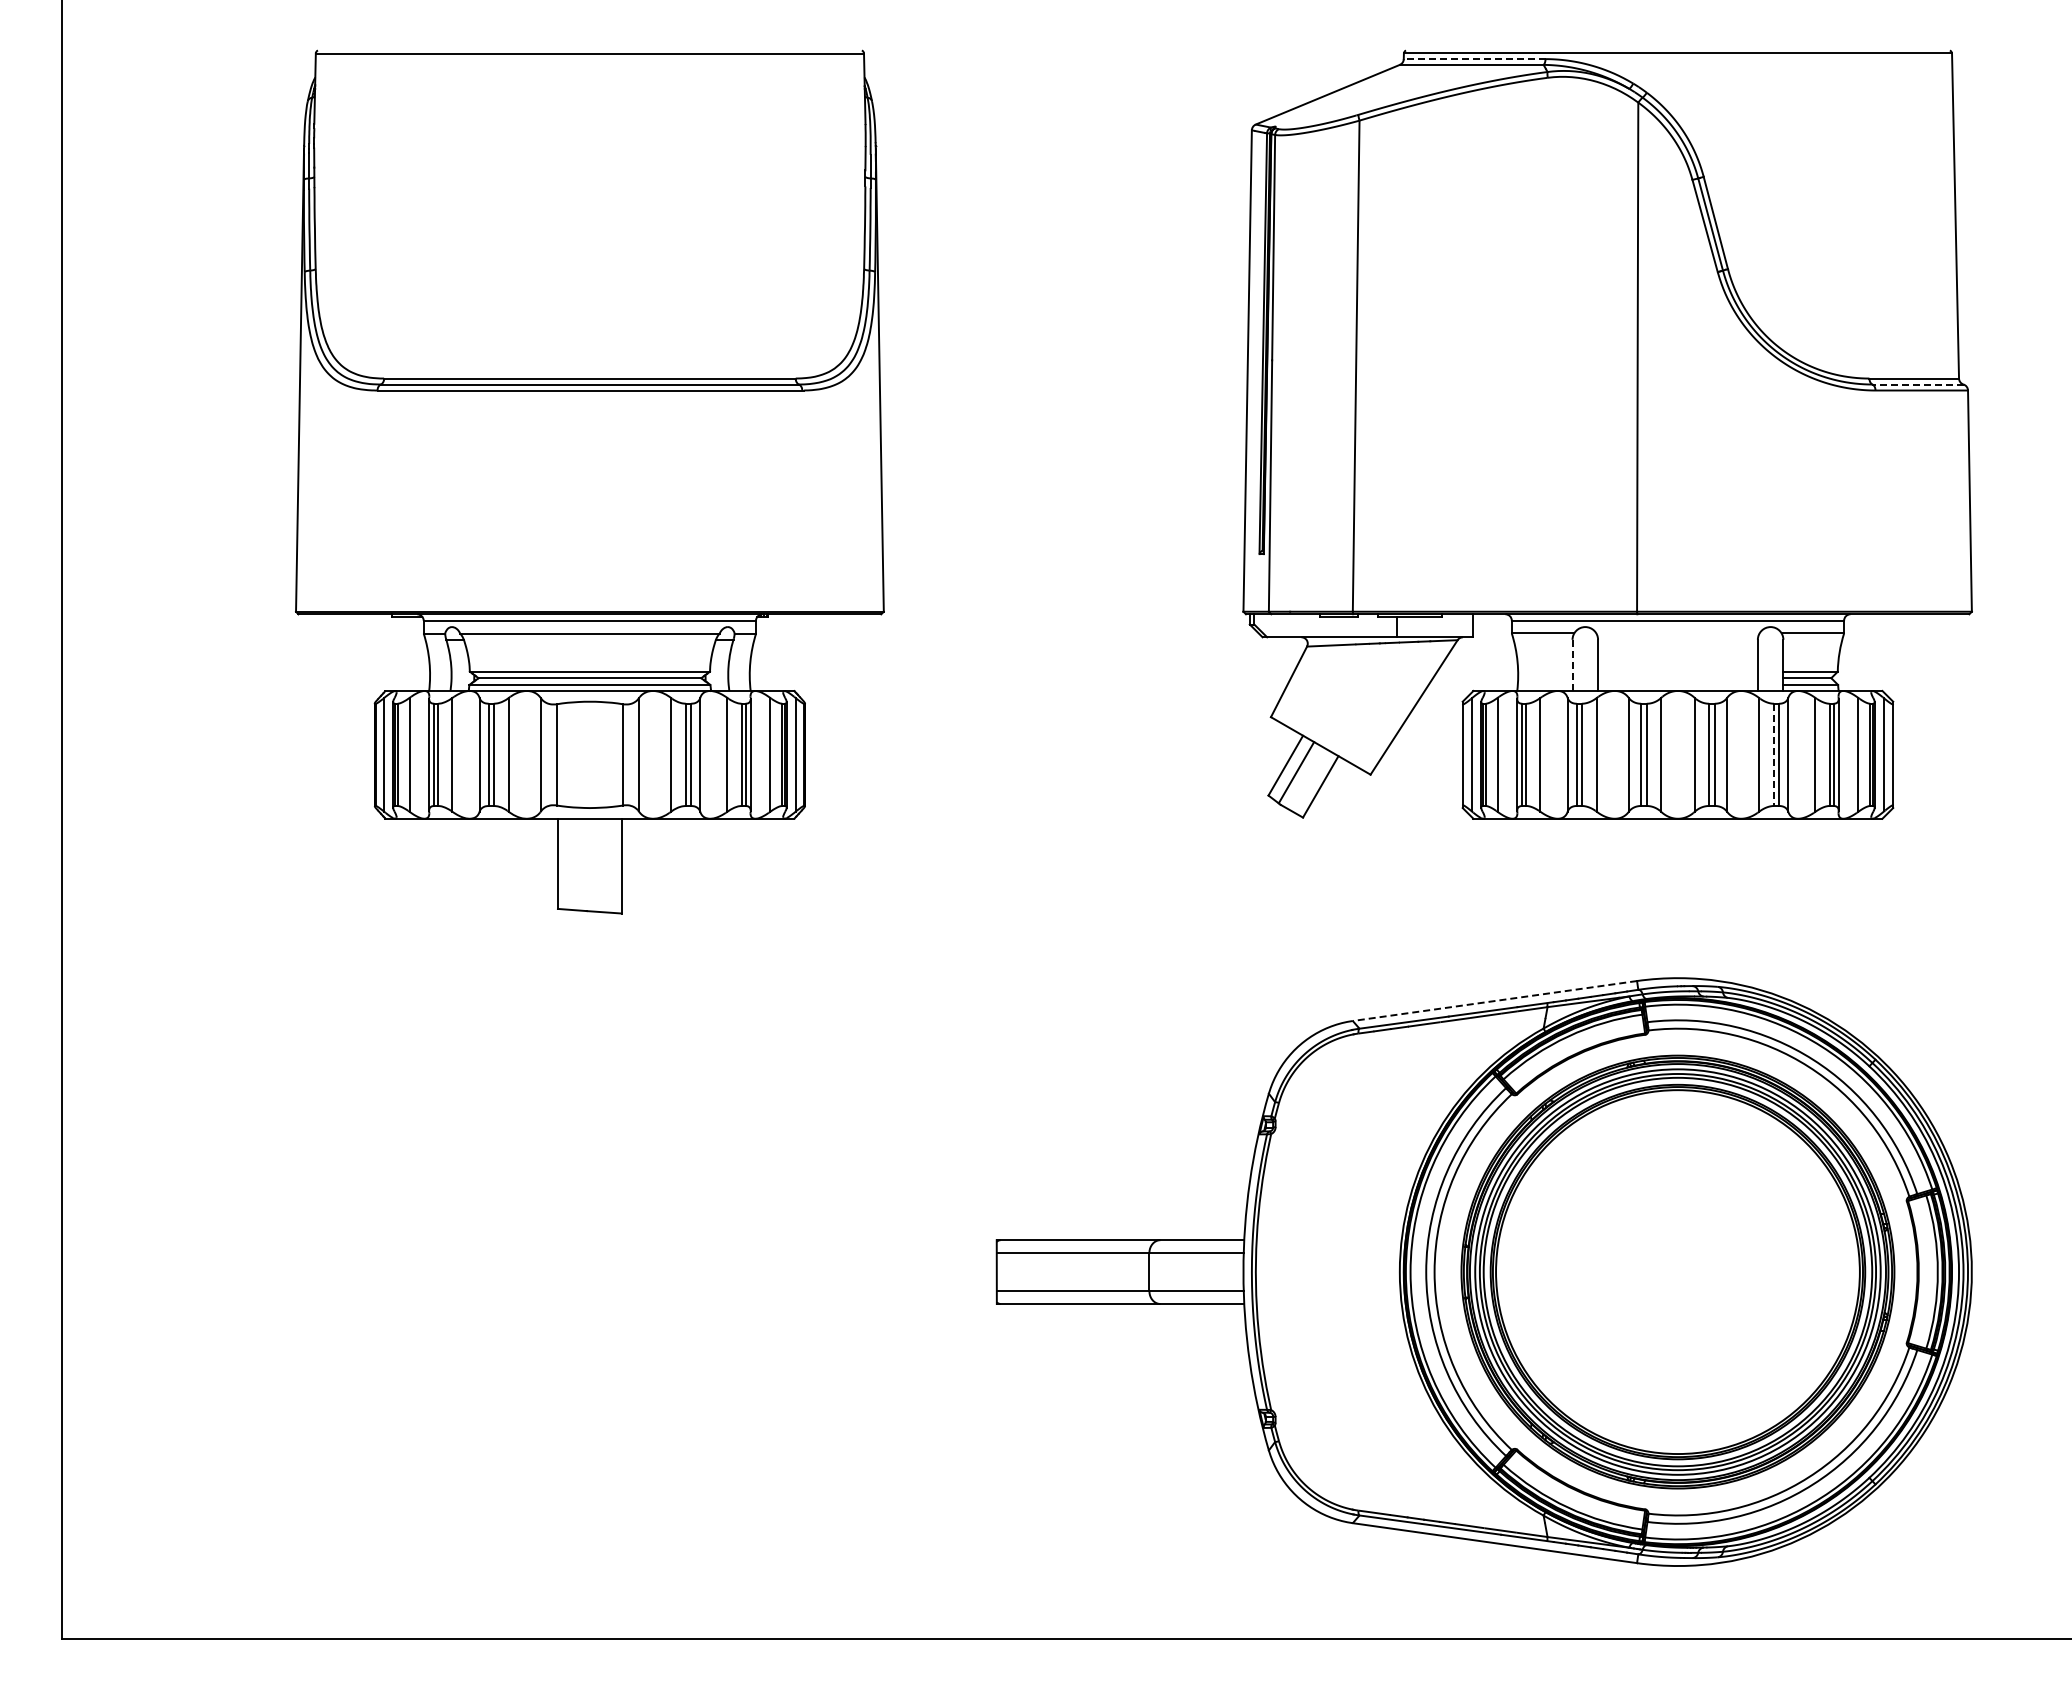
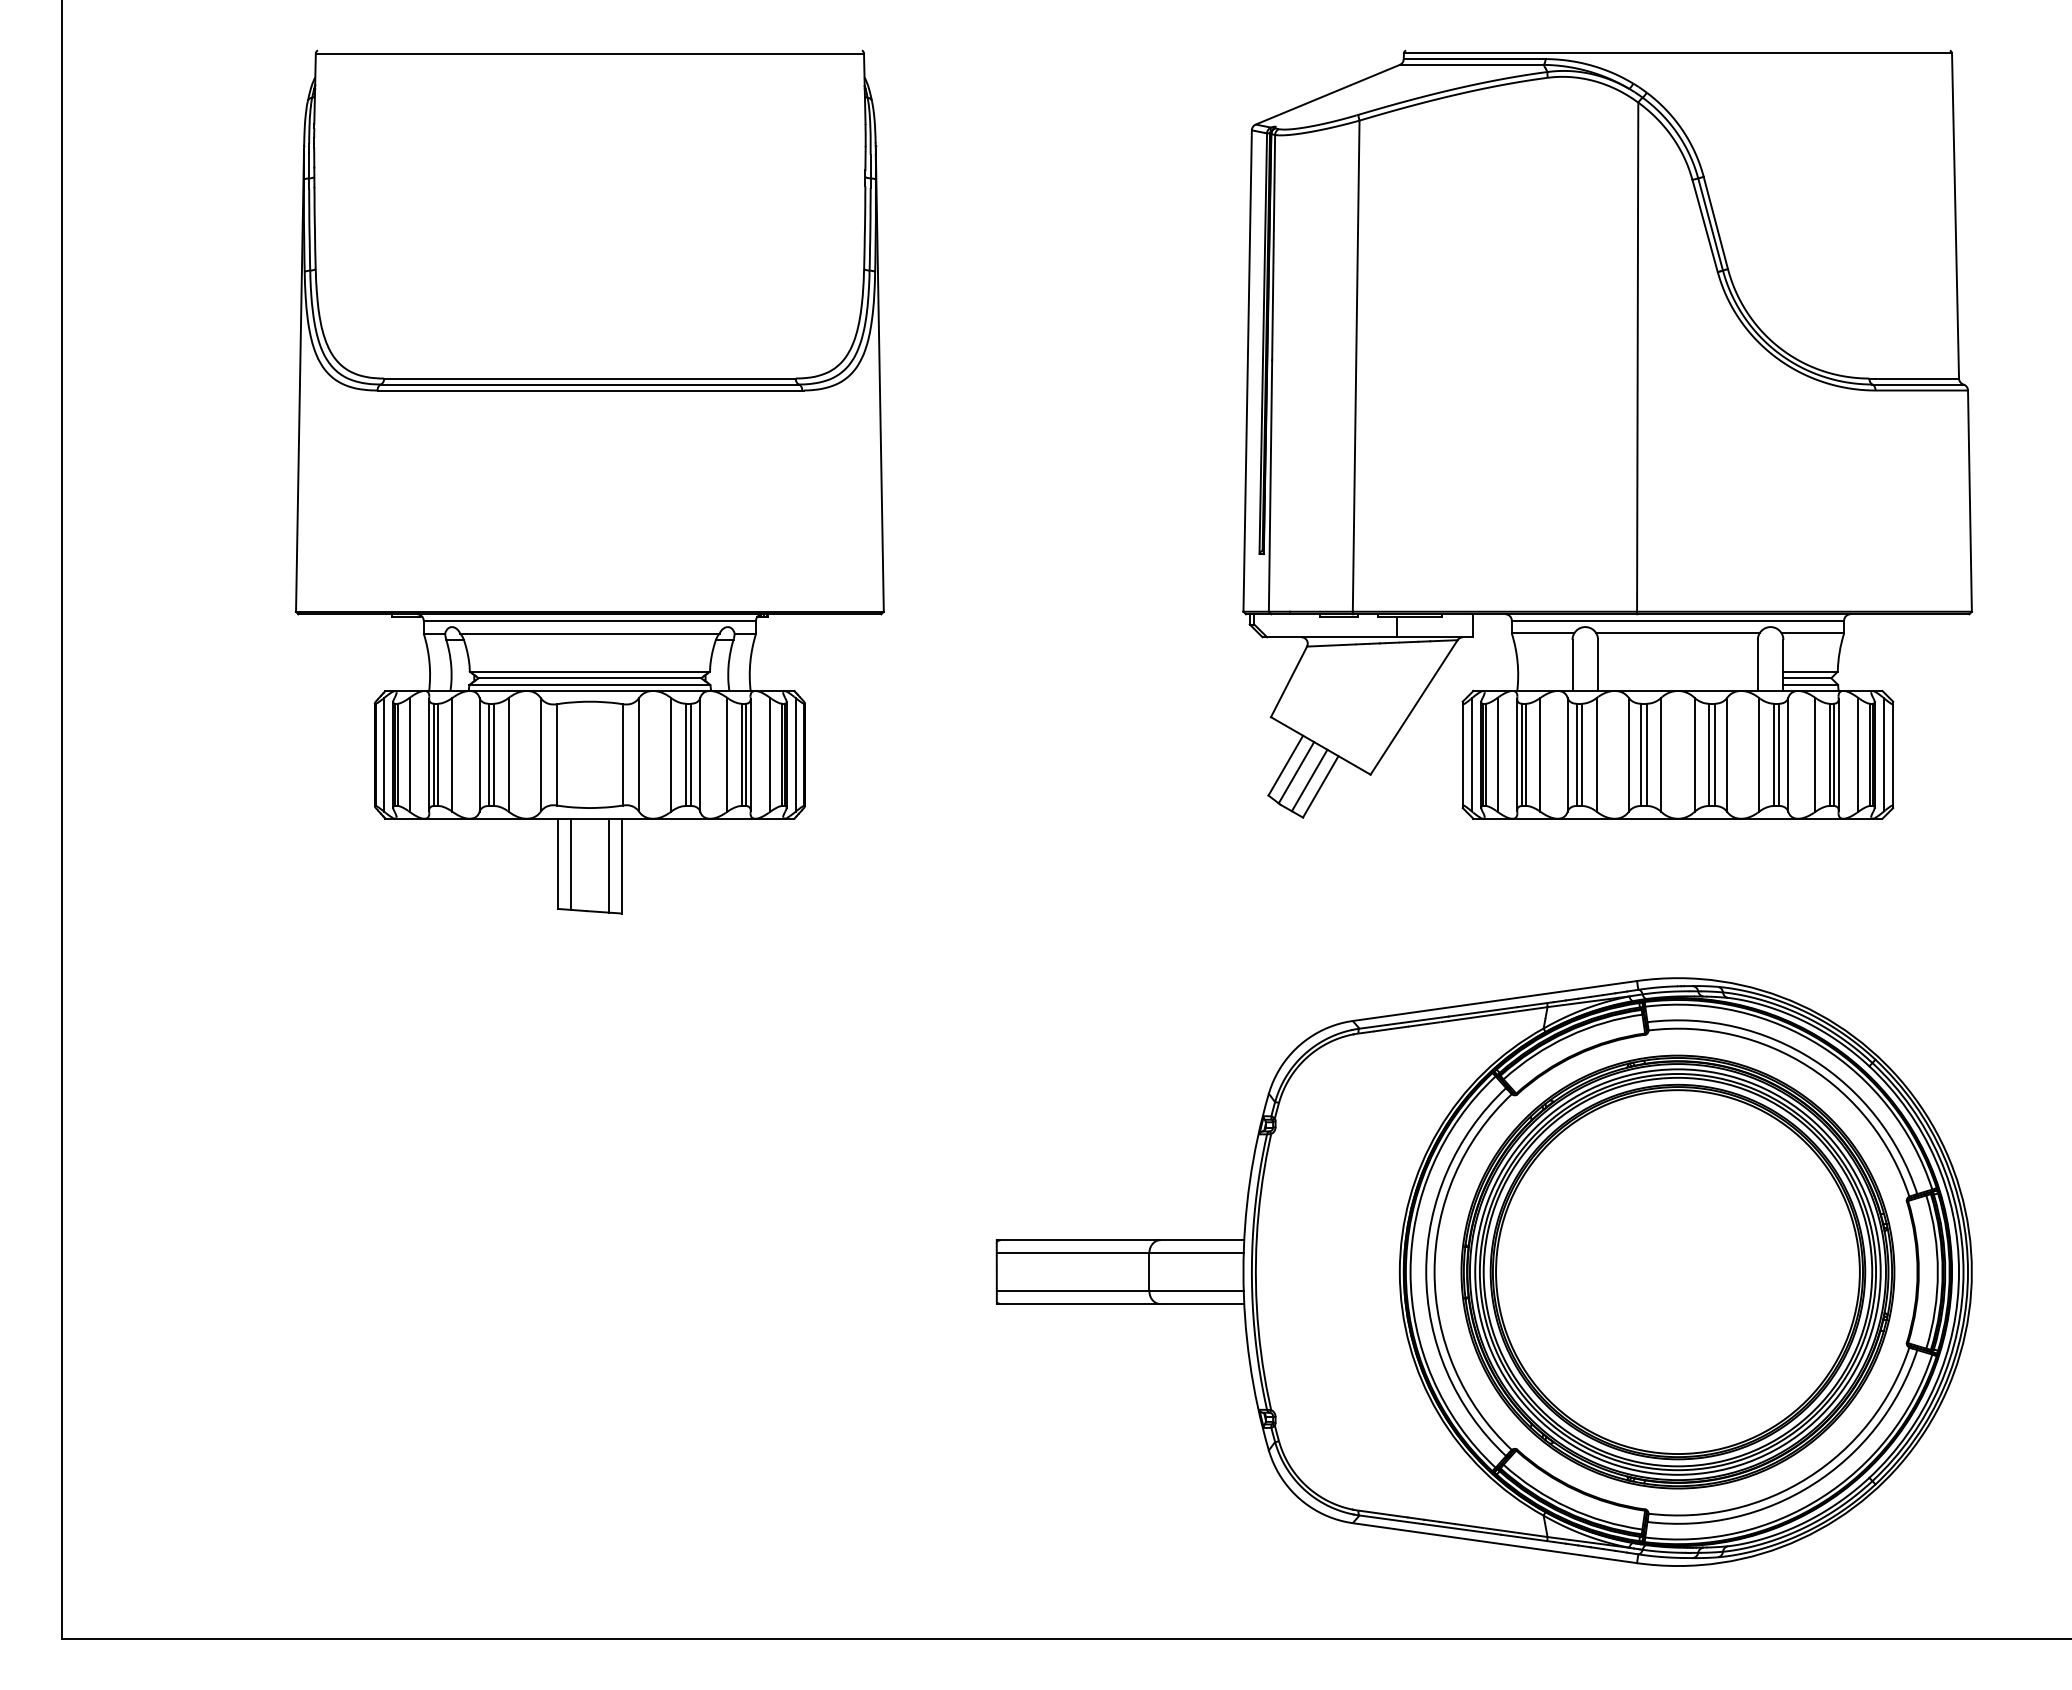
line at (1474, 59): dashed -> solid
line at (1917, 384): dashed -> solid
line at (1677, 633): none -> present
line at (1572, 665): dashed -> solid
line at (1774, 755): dashed -> solid
line at (1309, 780): none -> present
line at (570, 863): none -> present
line at (609, 865): none -> present
line at (1494, 1001): dashed -> solid
